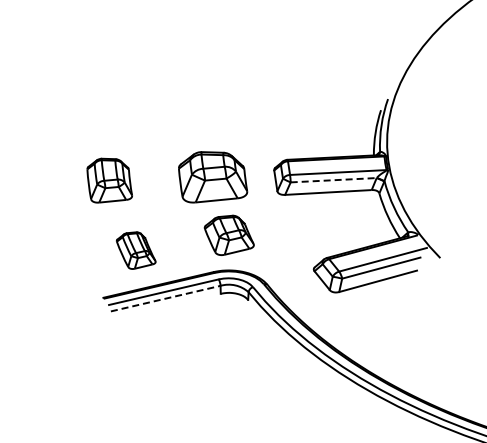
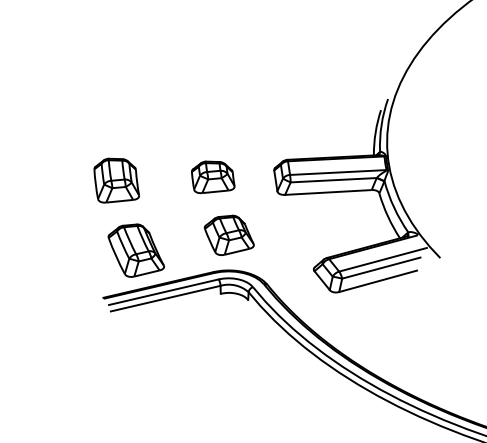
part at (213, 177) size: 71x53 px -> 45x35 px
part at (109, 180) position: (109, 180) -> (116, 180)
line at (334, 180): dashed -> solid
part at (136, 250) size: 41x39 px -> 58x55 px
line at (166, 298): dashed -> solid
